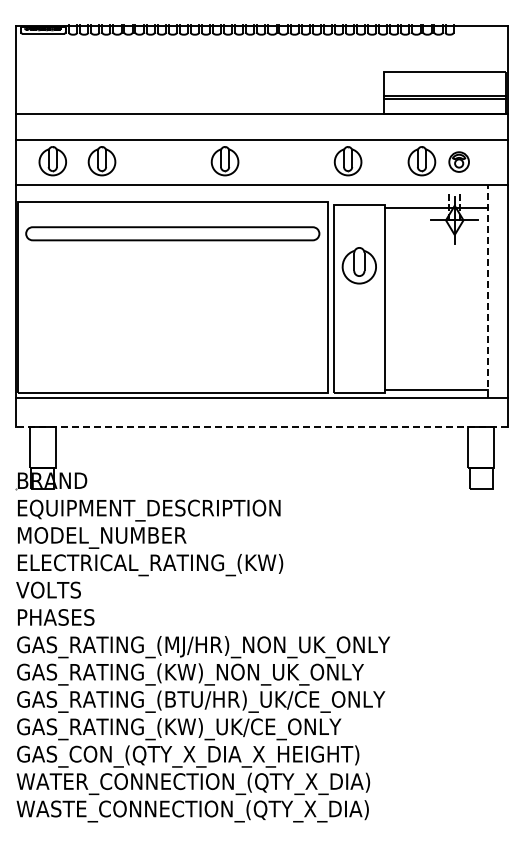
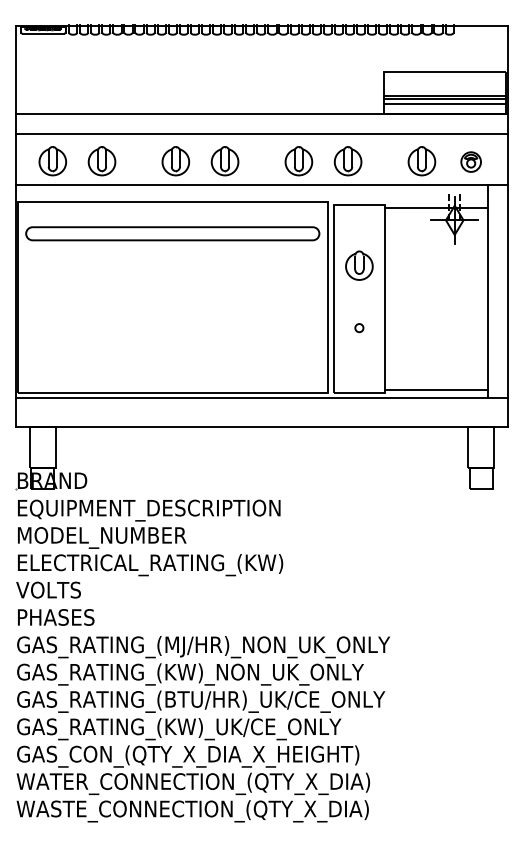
line at (444, 104): none -> present
line at (261, 139) position: (261, 139) -> (261, 133)
part at (175, 161): none -> present
part at (298, 161): none -> present
part at (458, 161) position: (458, 161) -> (470, 161)
part at (358, 265) size: 36x38 px -> 29x31 px
line at (487, 291): dashed -> solid
circle at (359, 328): none -> present
line at (261, 427): dashed -> solid
